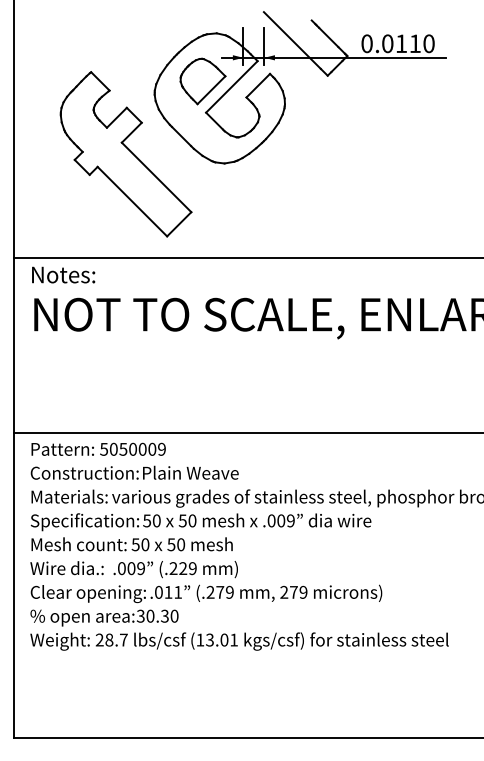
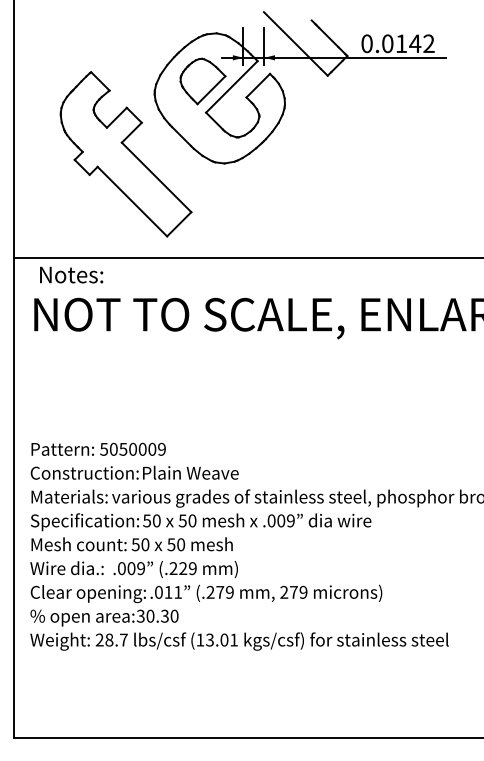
text at (421, 43): 0.0110 -> 0.0142
text at (63, 274) position: (63, 274) -> (71, 274)
line at (247, 432): present -> none
